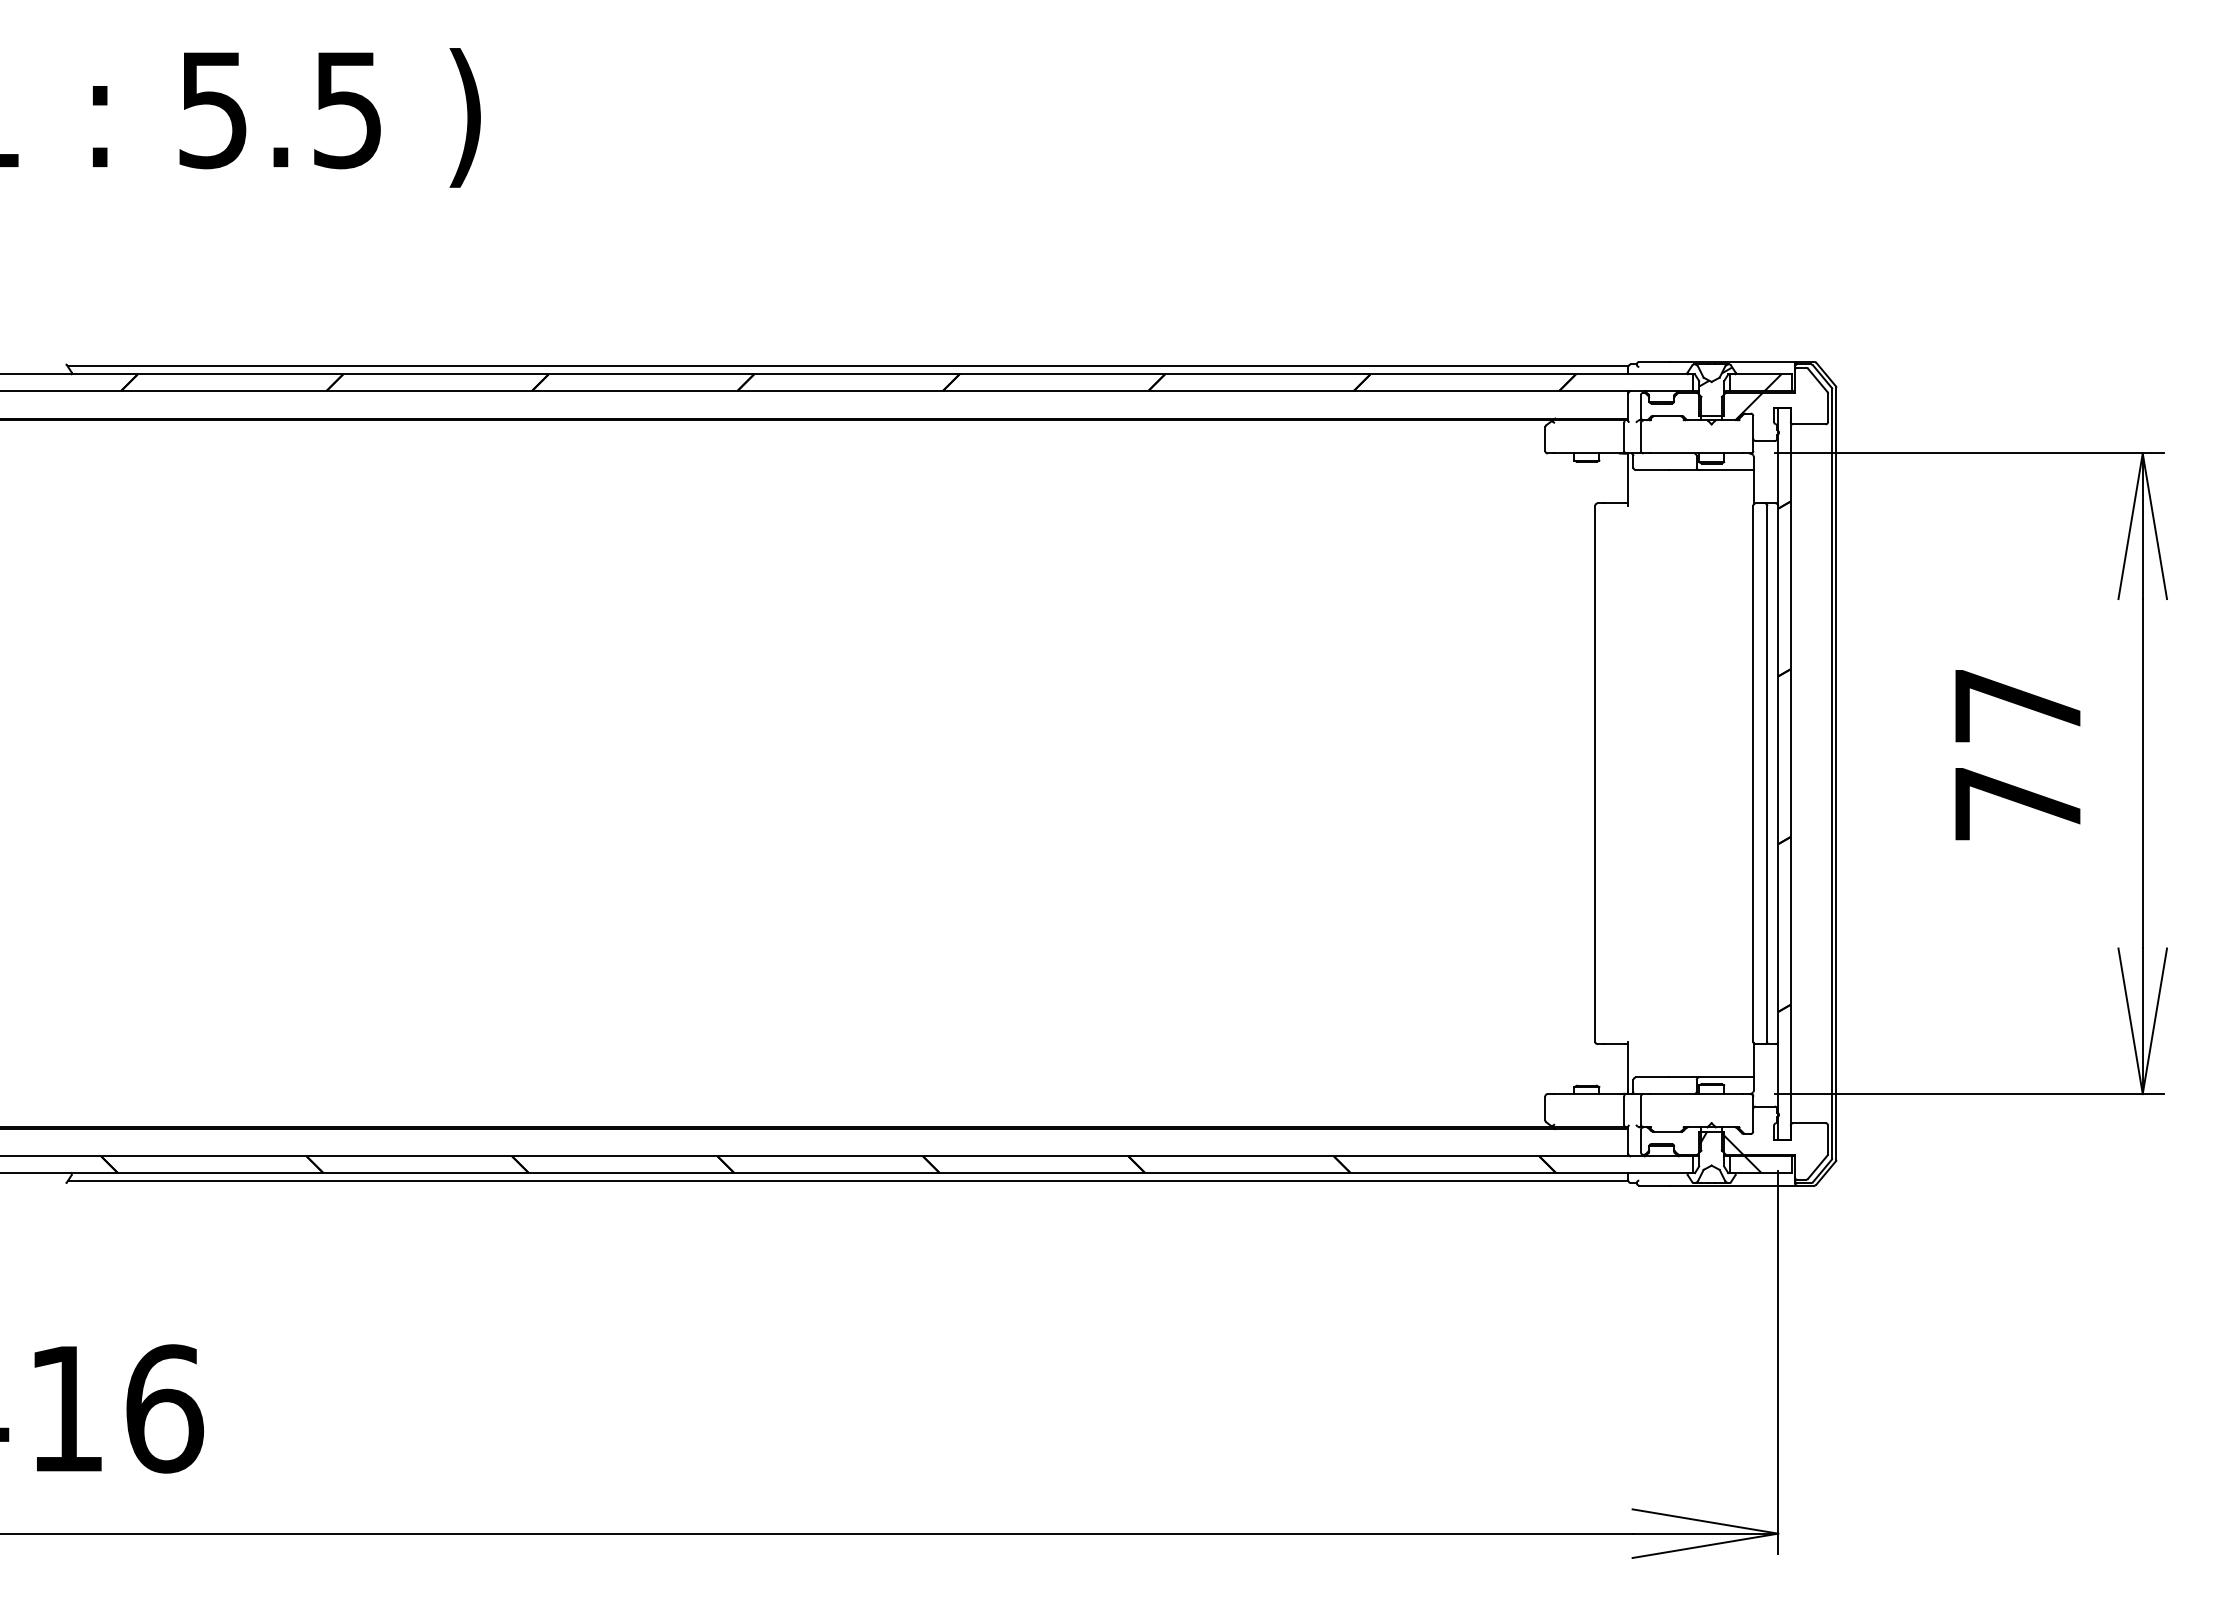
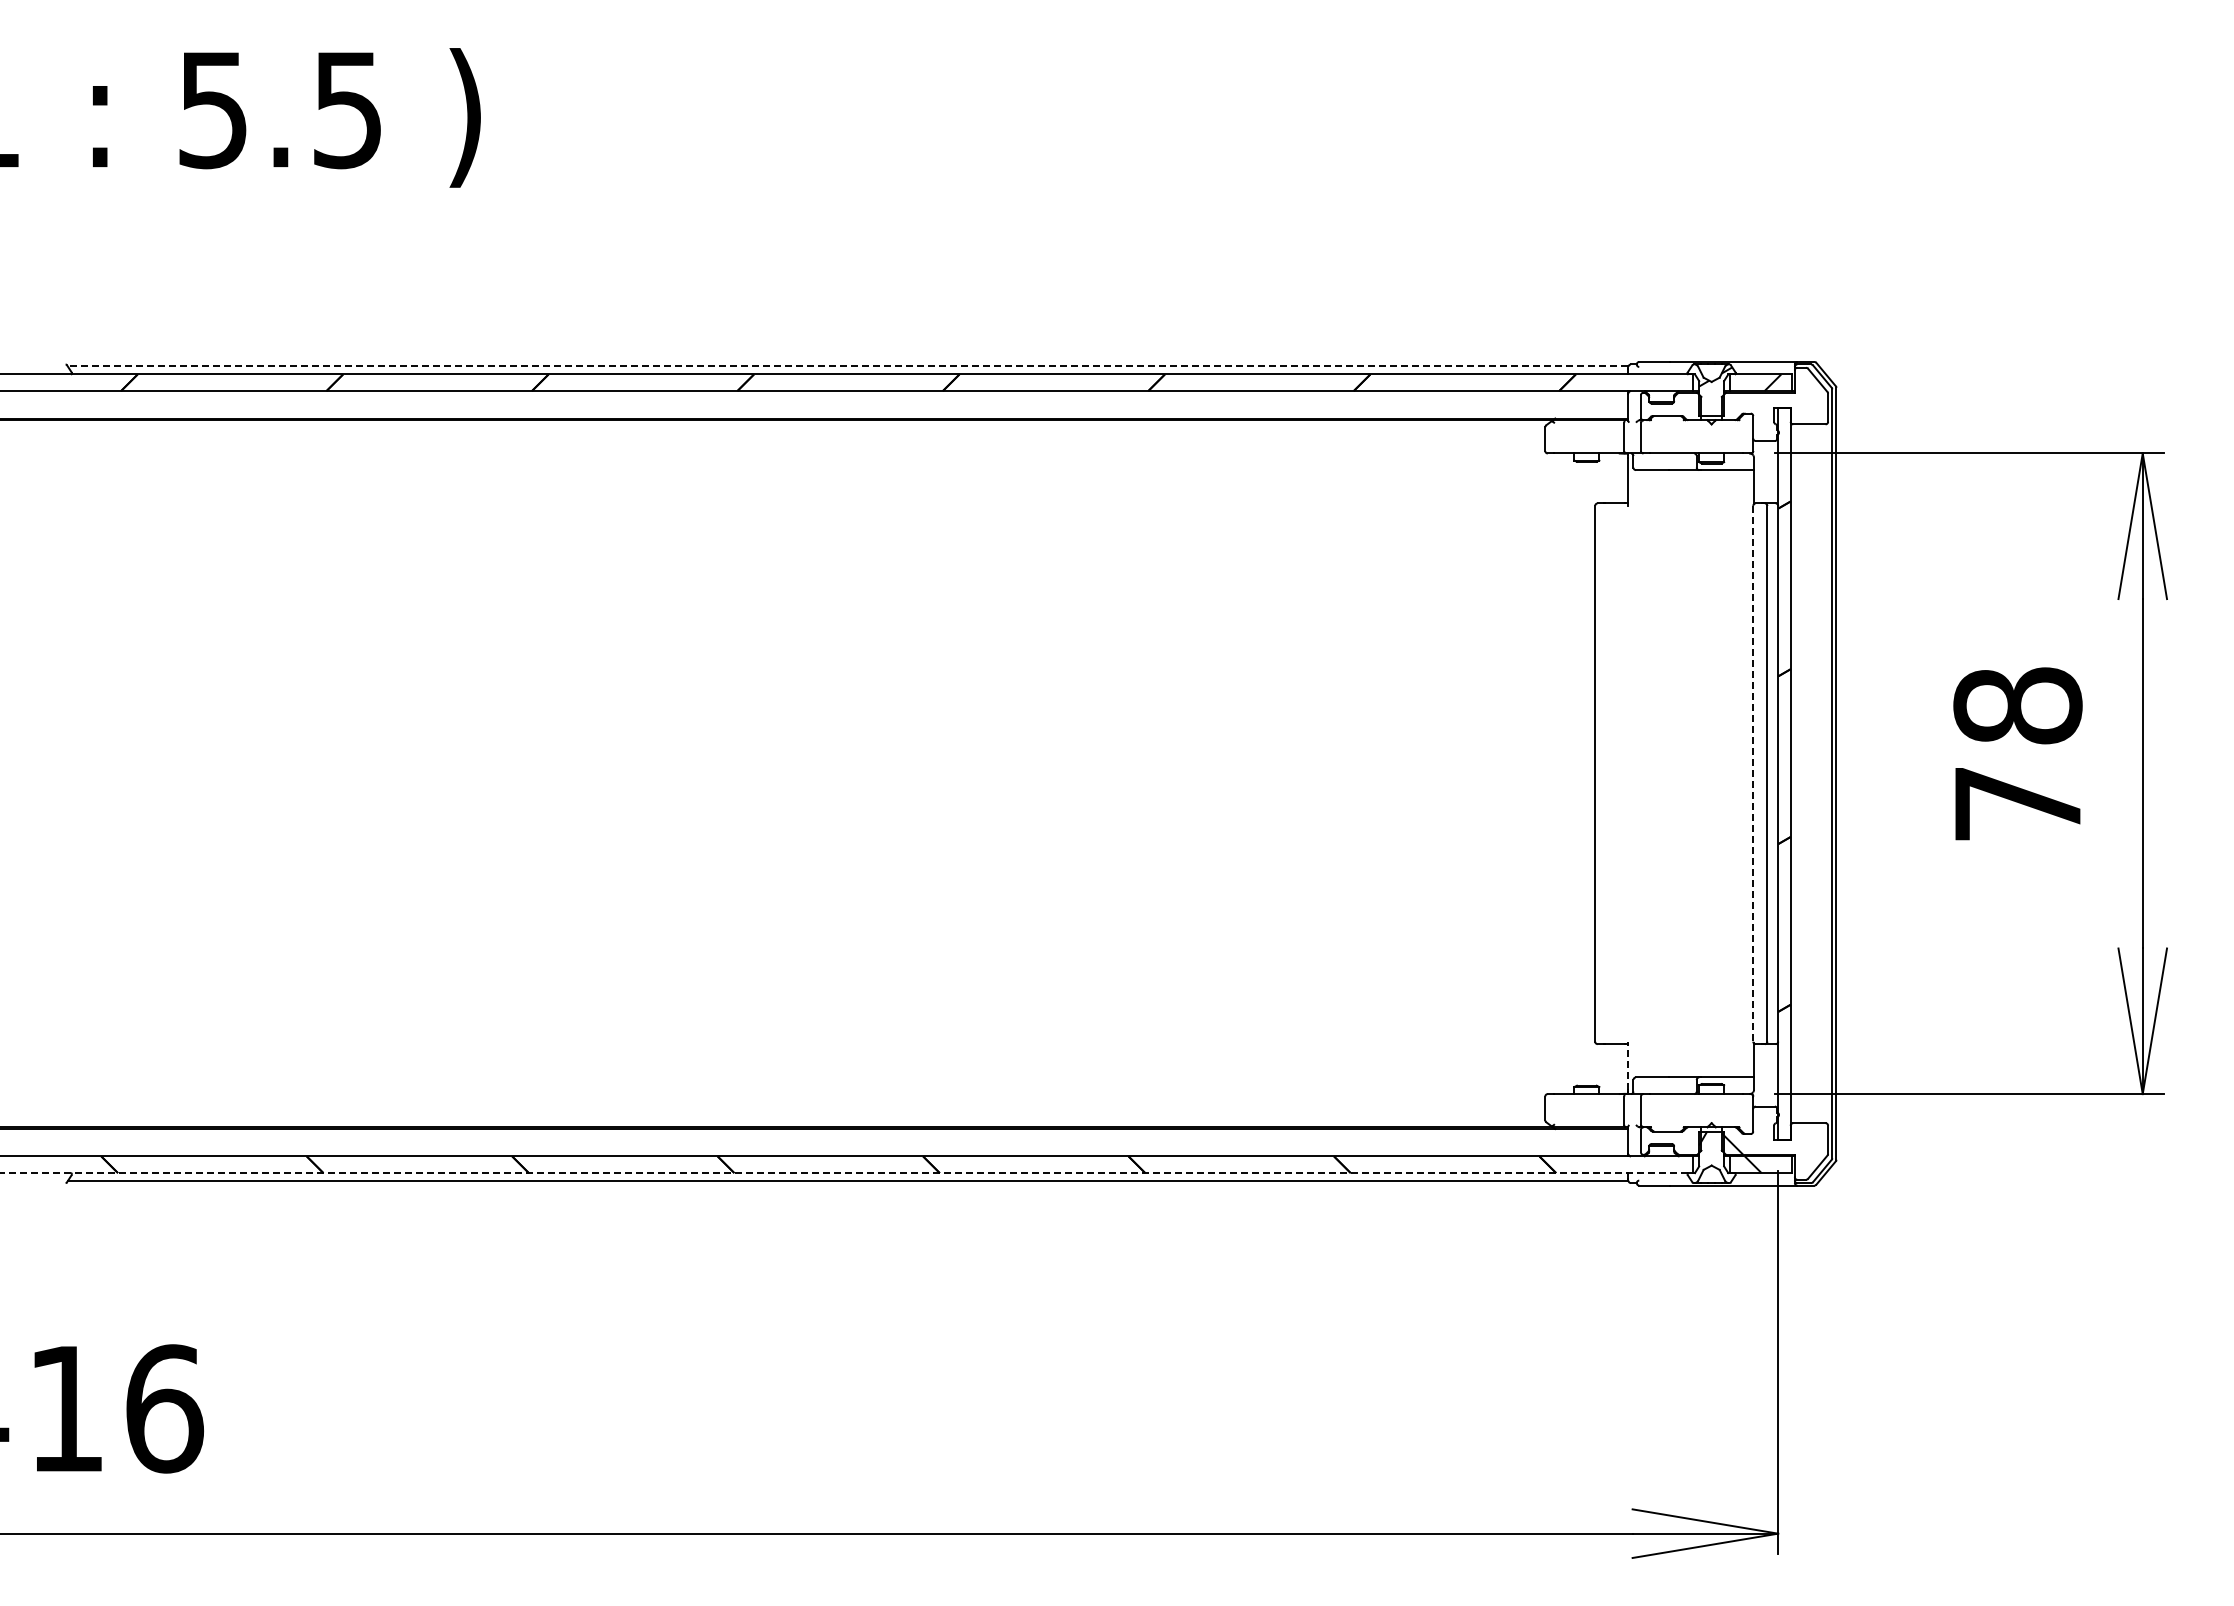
line at (847, 366): solid -> dashed
hatch at (1748, 406): present -> none
text at (2017, 705): 77 -> 78
line at (1753, 773): solid -> dashed
line at (1628, 1065): solid -> dashed
line at (847, 1173): solid -> dashed
